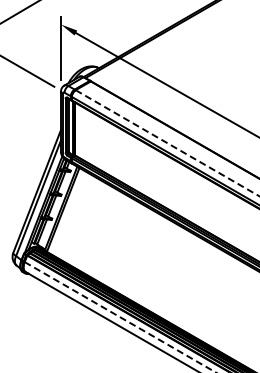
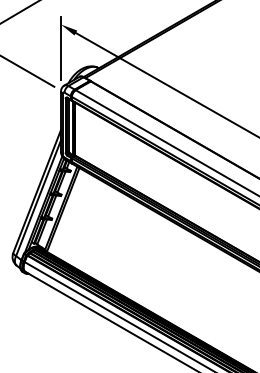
line at (168, 143): dashed -> solid
line at (120, 317): dashed -> solid
